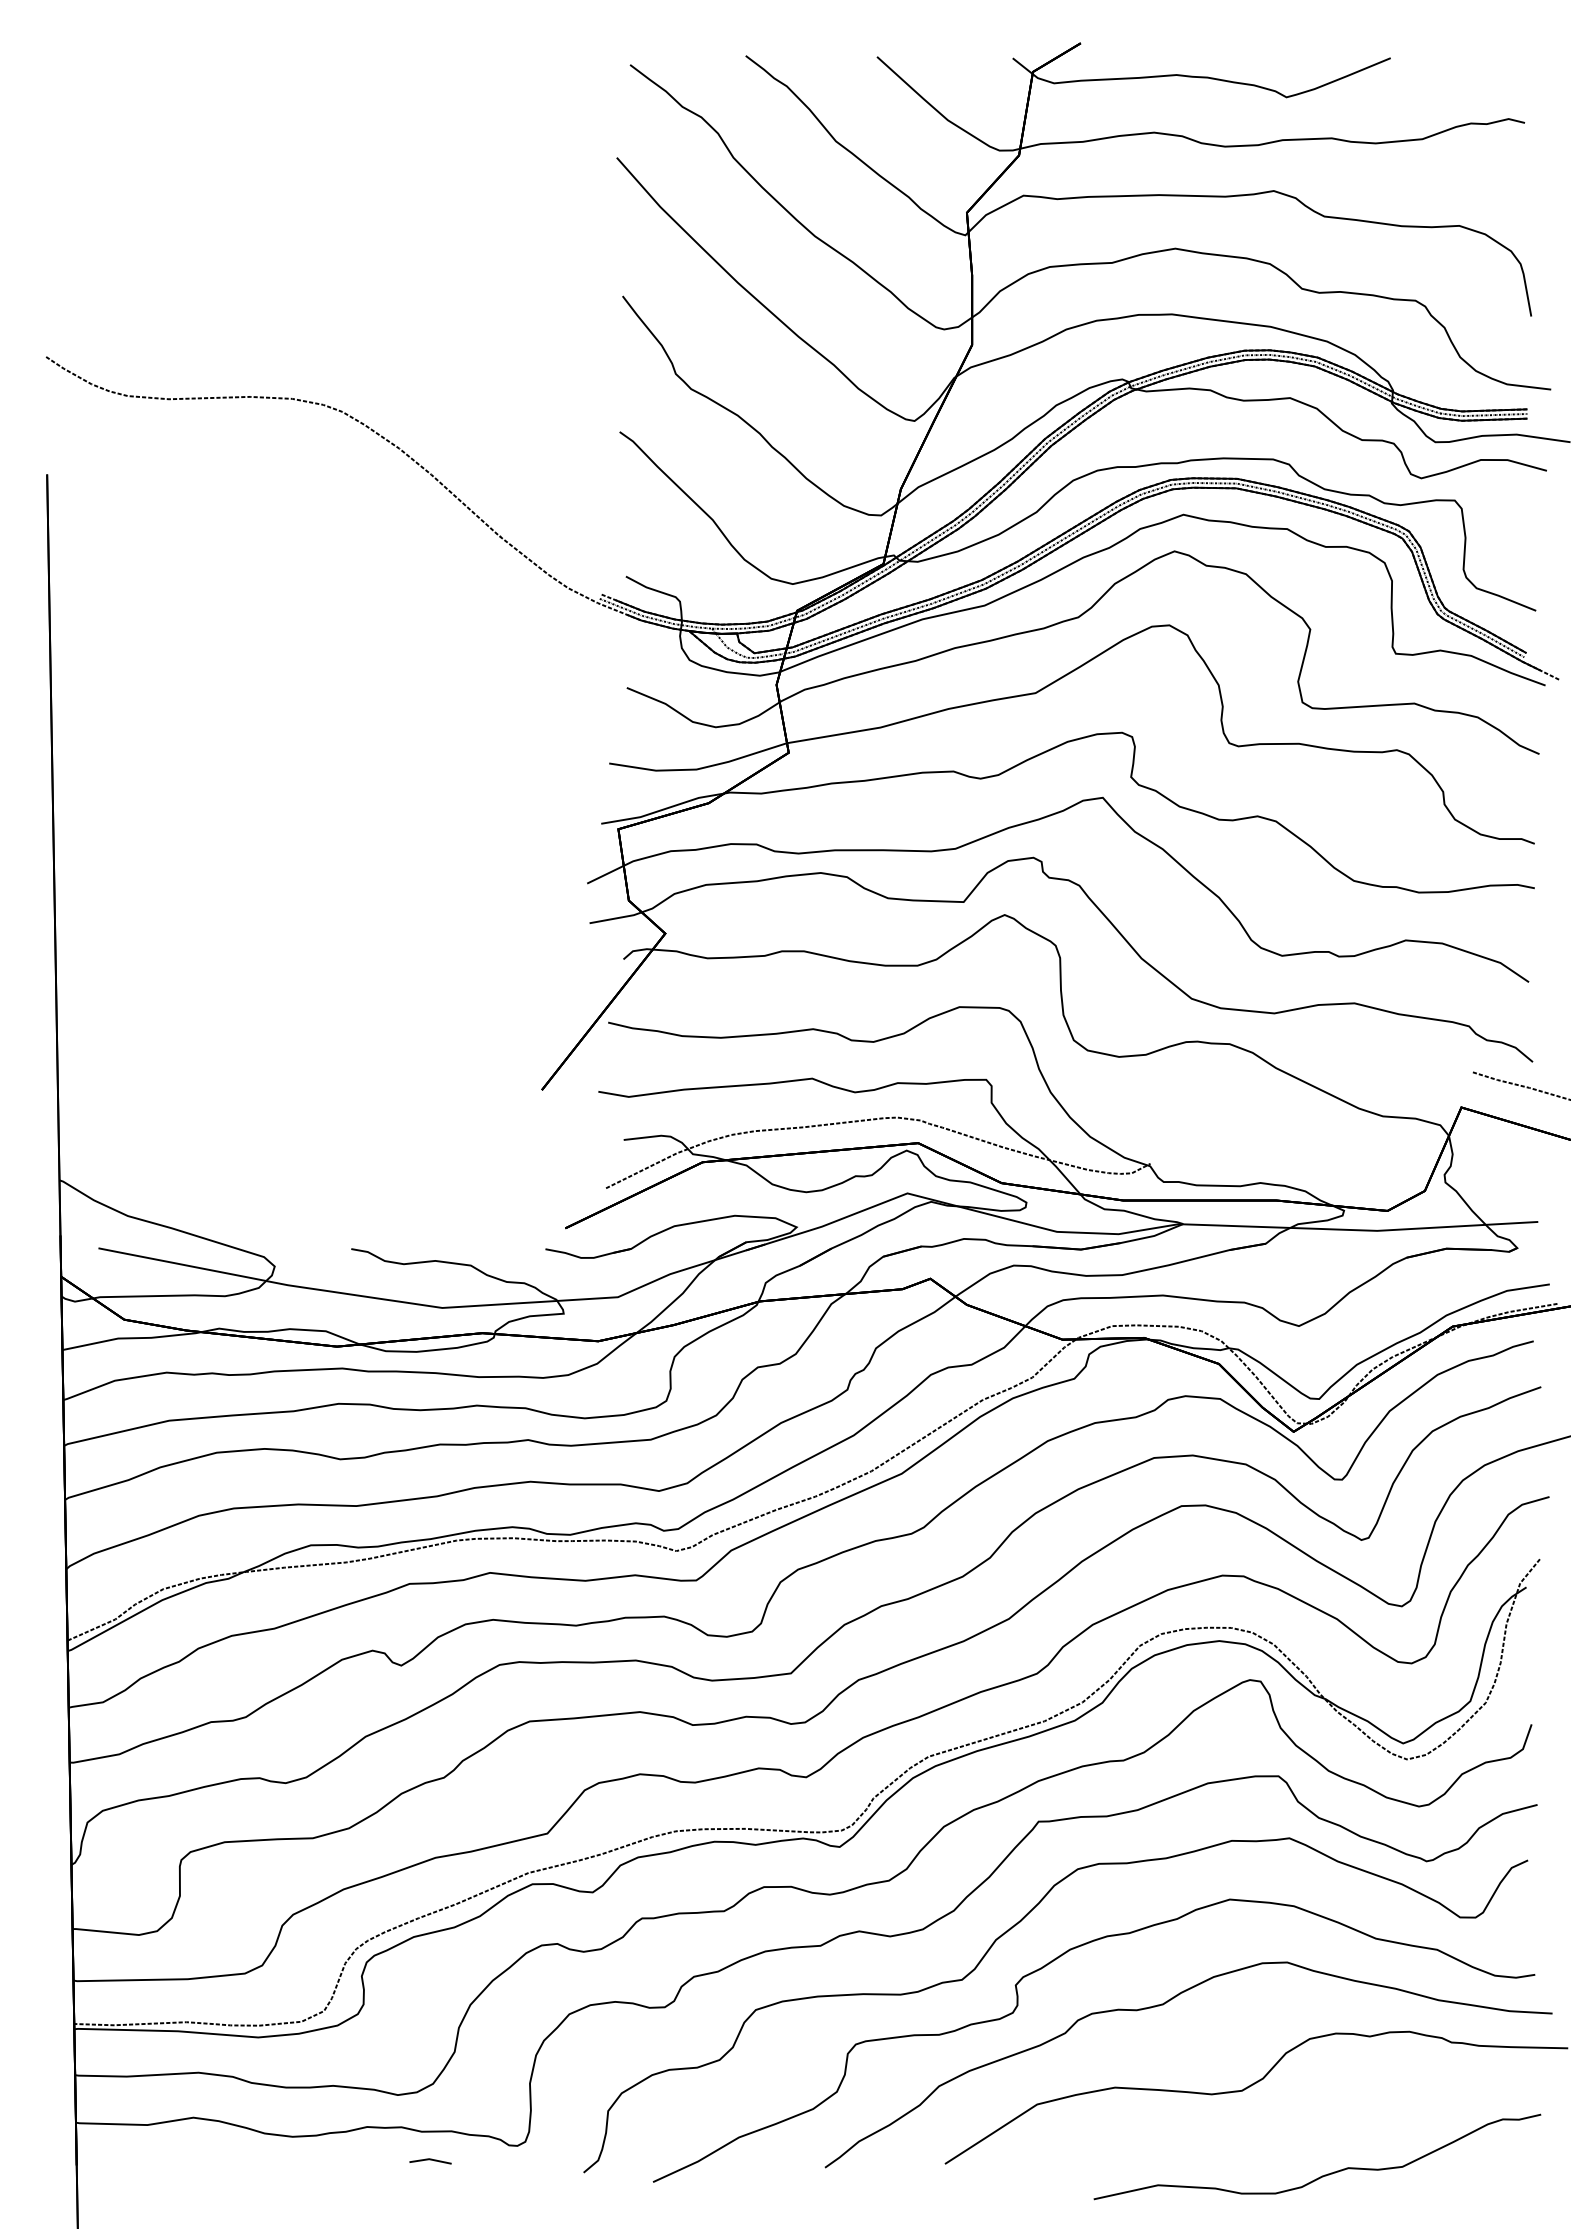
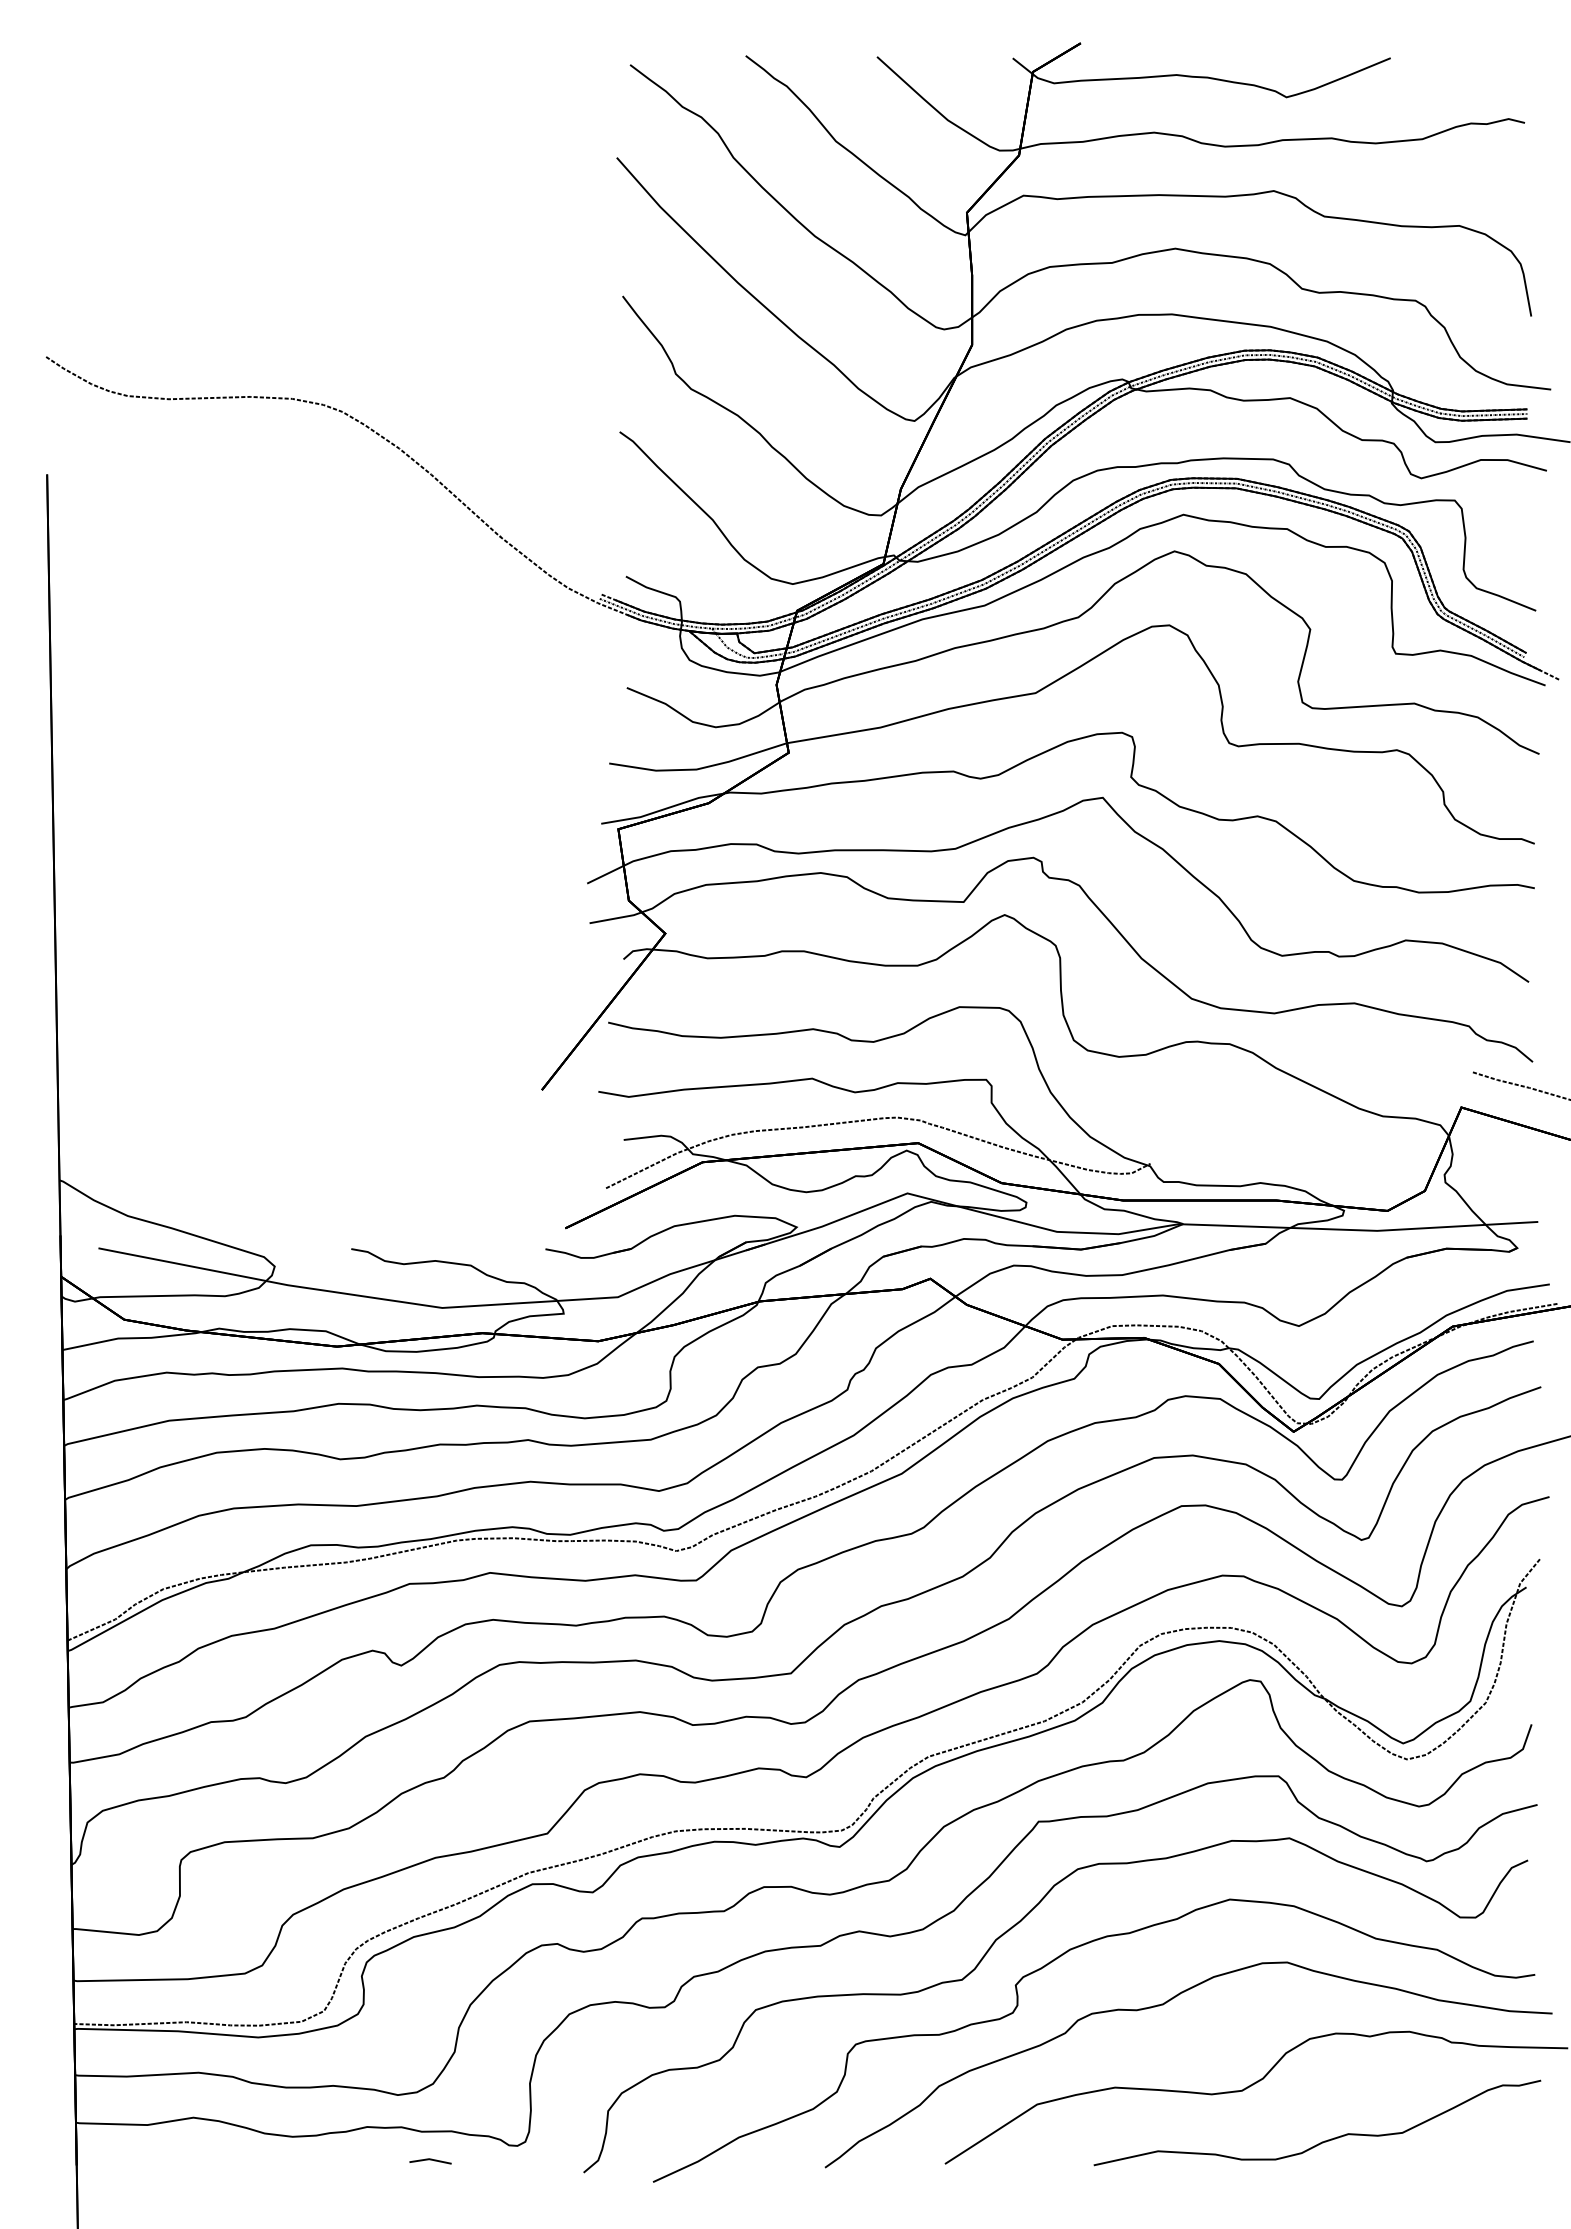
part at (1324, 2174) position: (1324, 2174) -> (1324, 2140)
